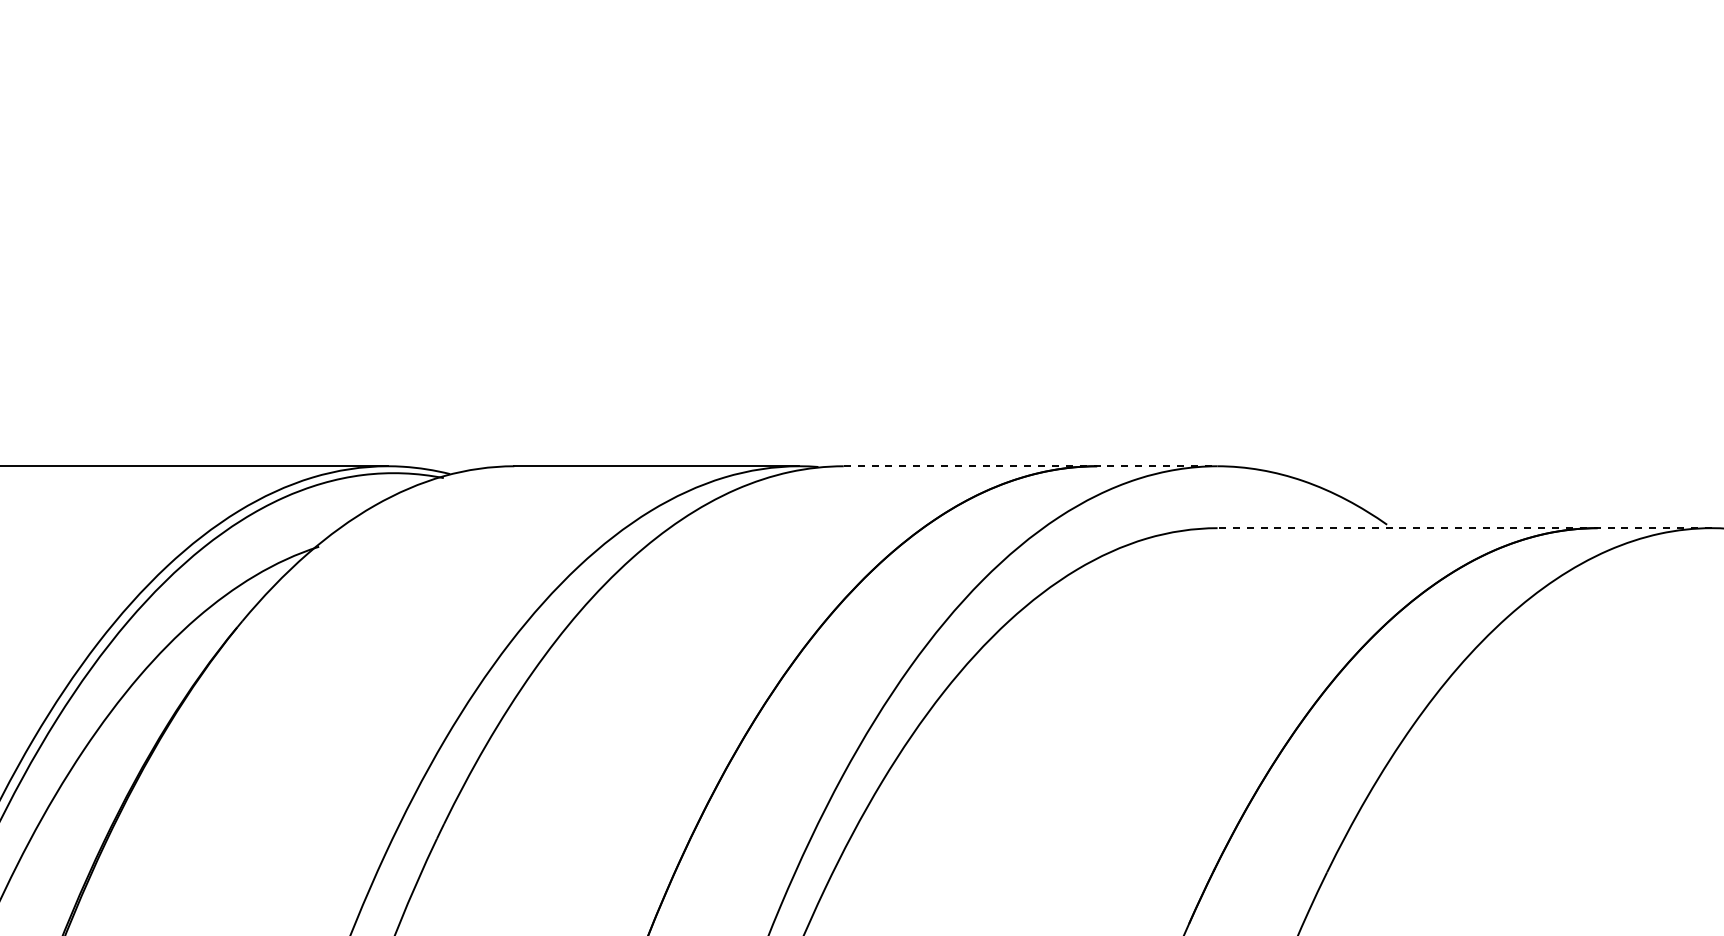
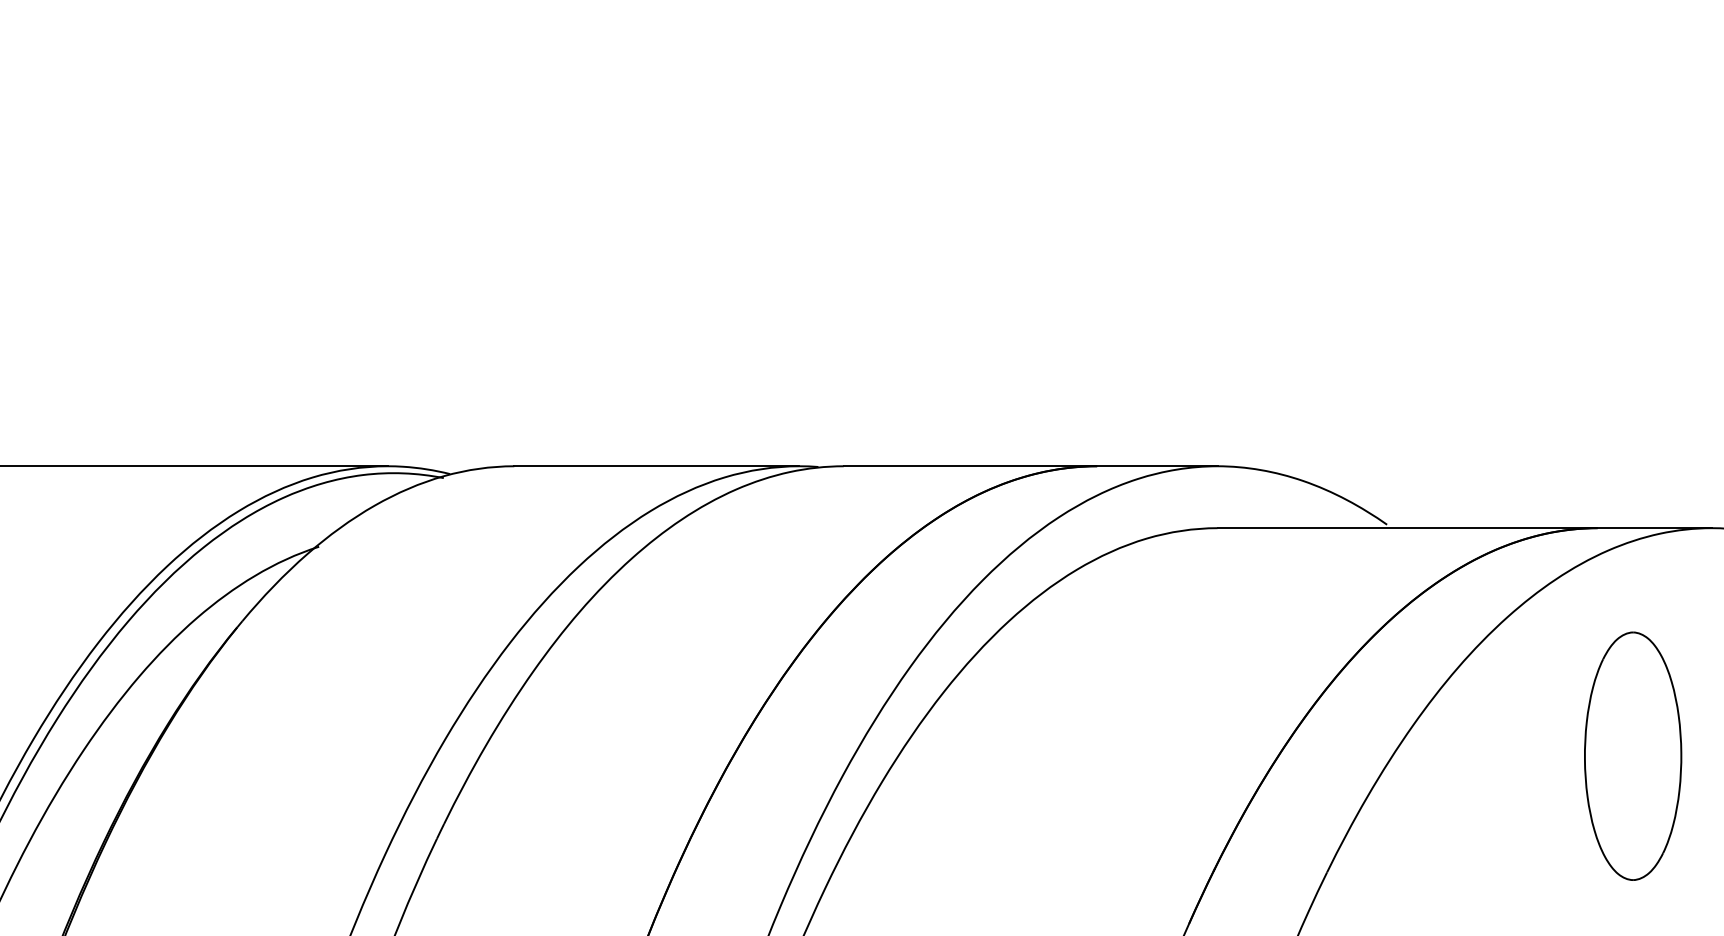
line at (1030, 466): dashed -> solid
line at (1464, 528): dashed -> solid
part at (1633, 755): none -> present
